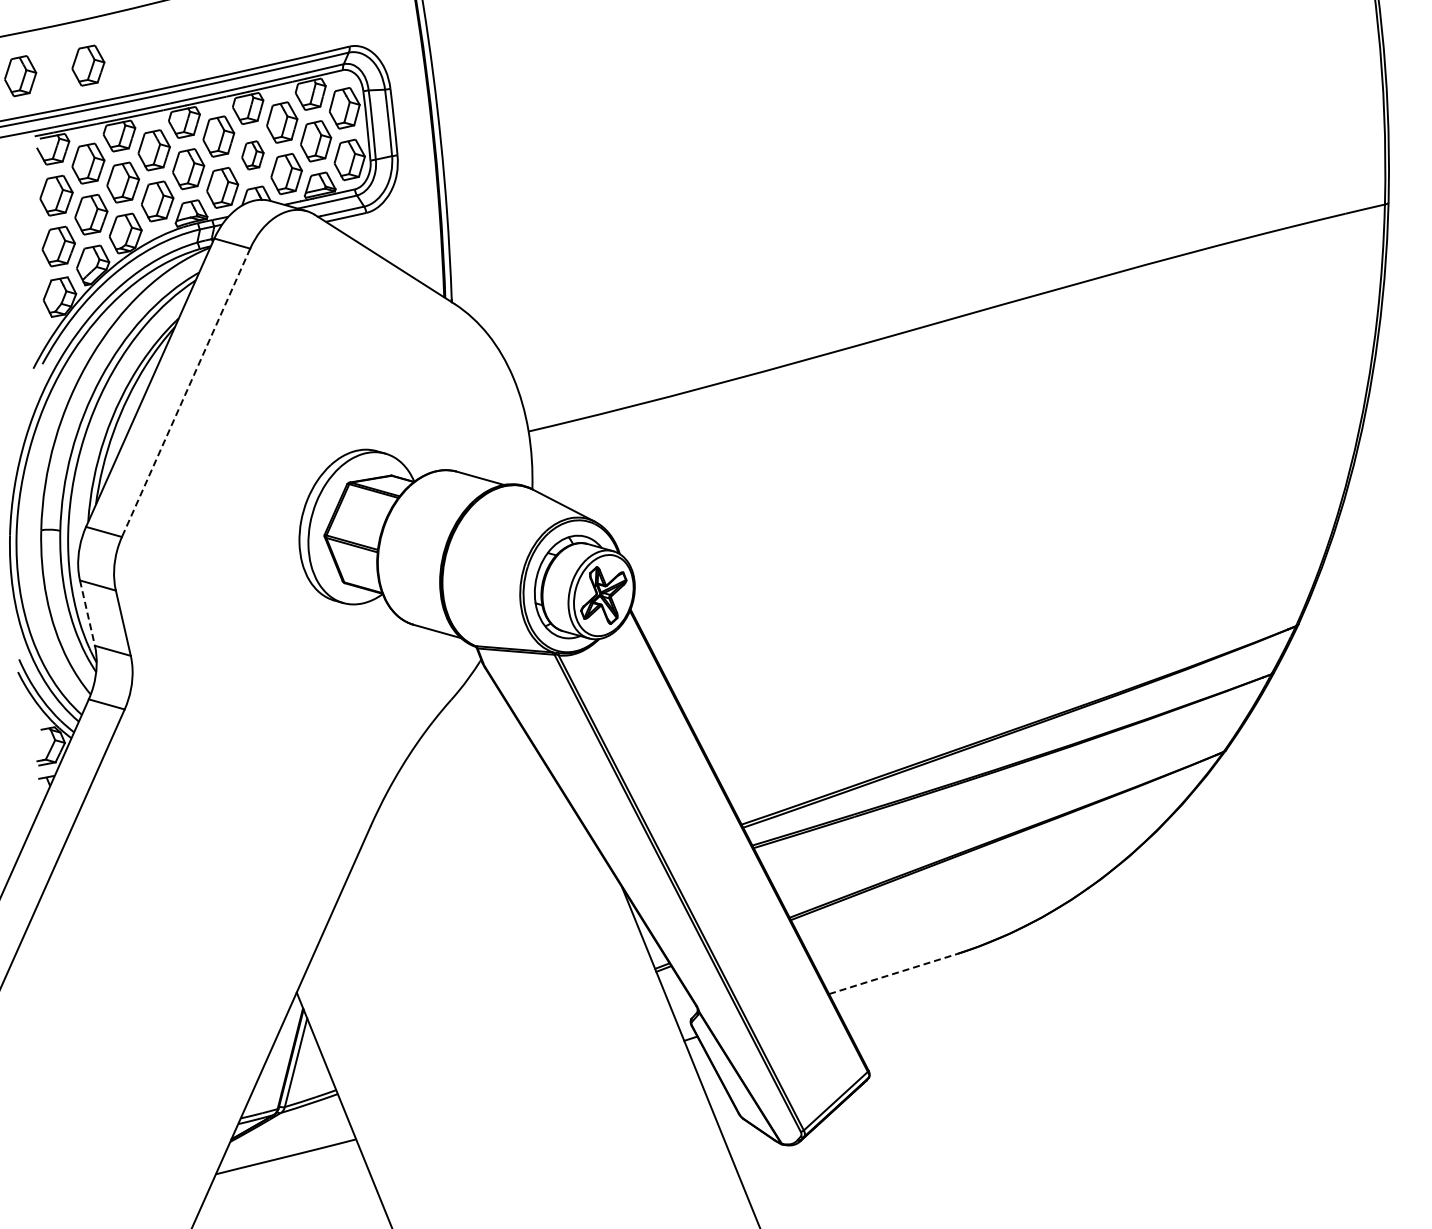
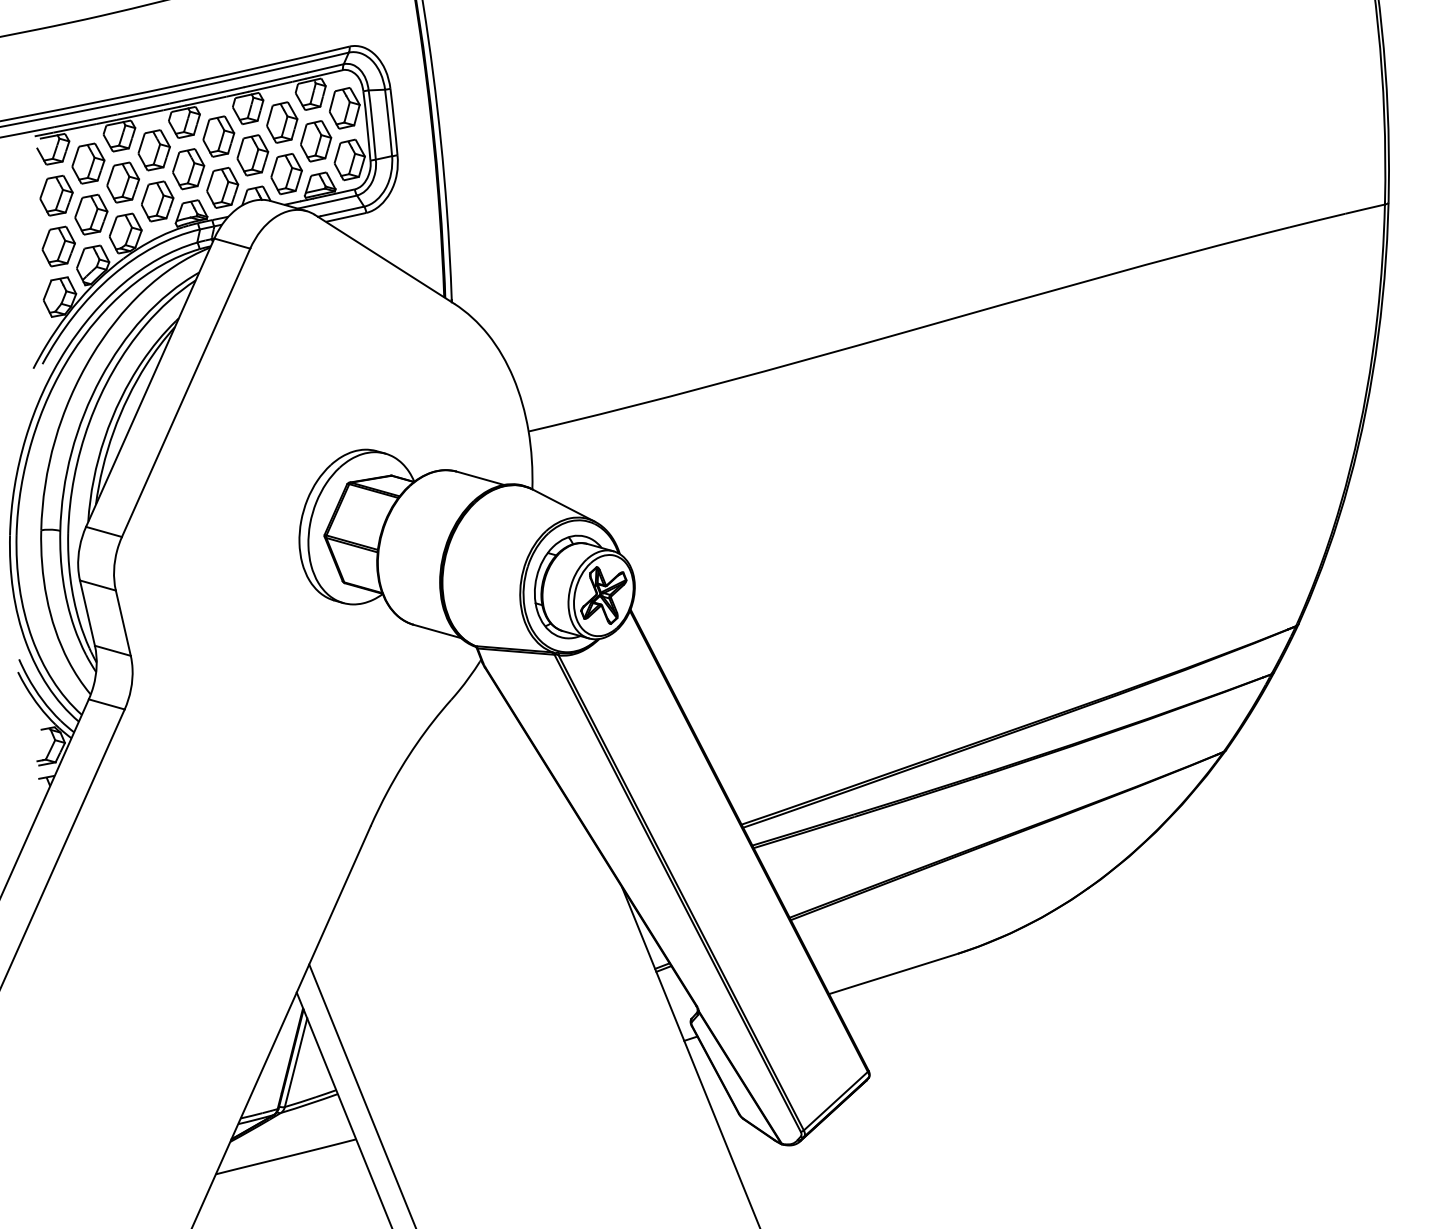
part at (88, 65): present -> none
part at (20, 76): present -> none
part at (252, 155) size: 24x31 px -> 34x43 px
line at (186, 392): dashed -> solid
line at (87, 613): dashed -> solid
line at (893, 974): dashed -> solid
line at (361, 1094): none -> present
